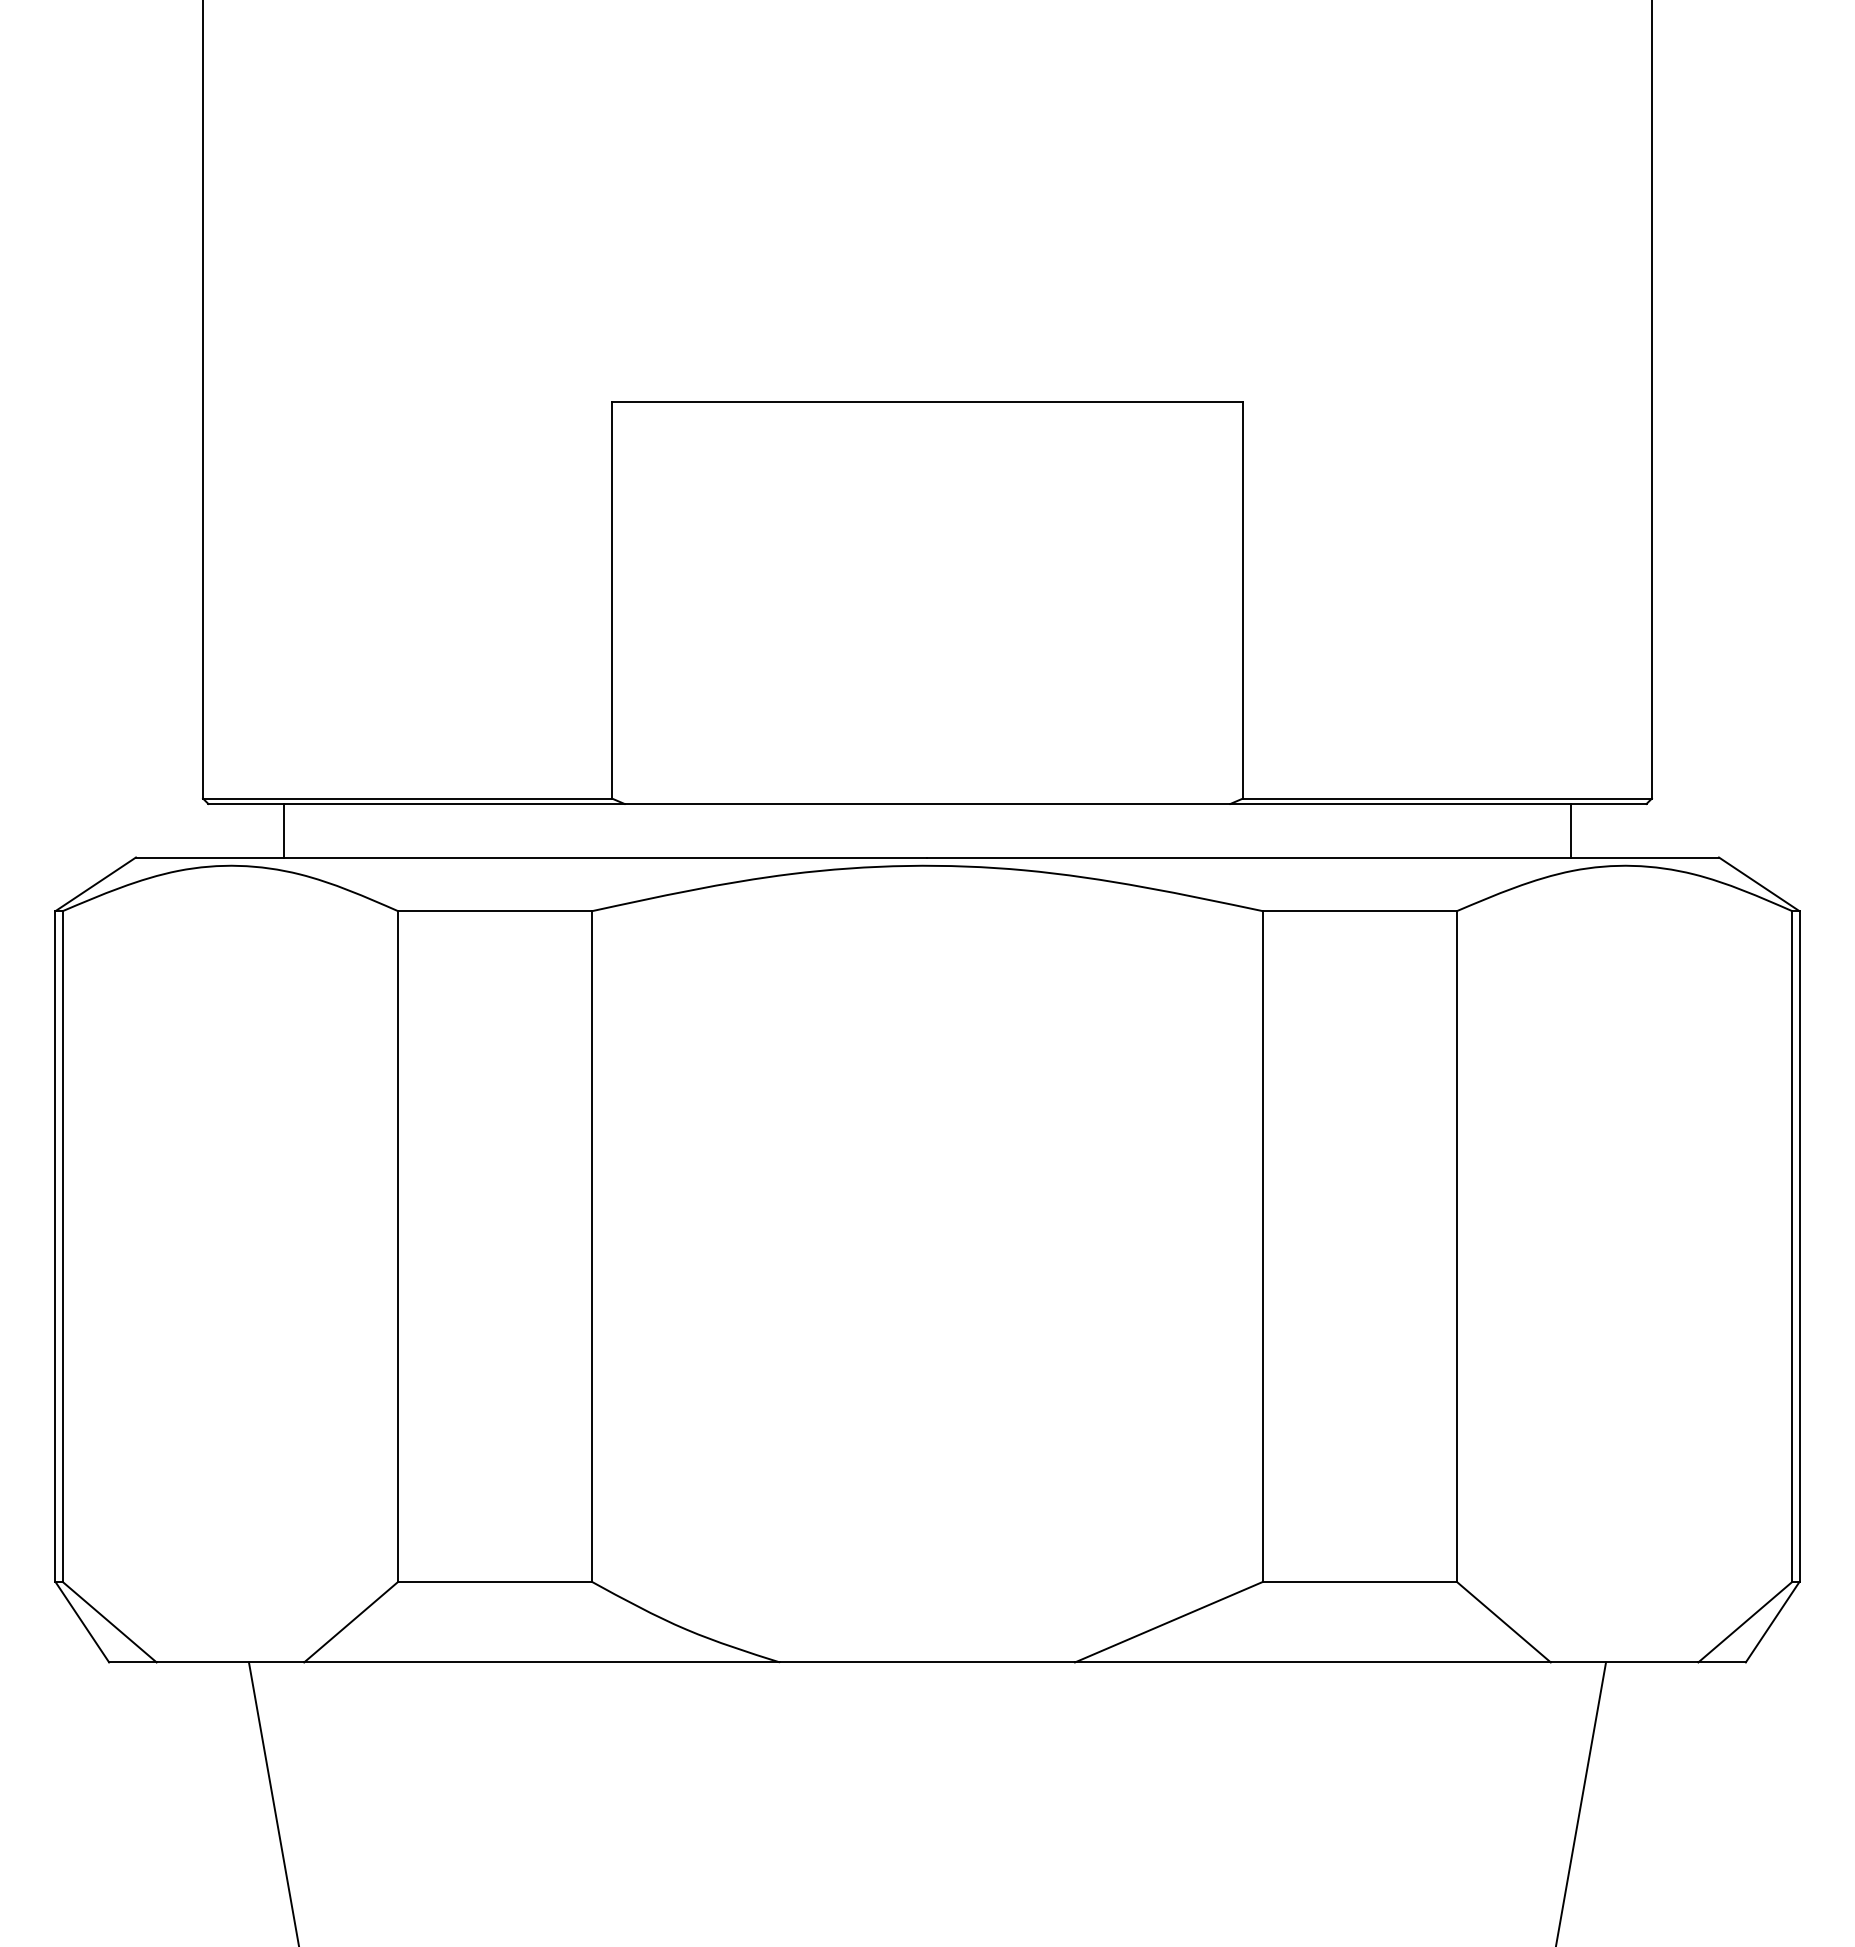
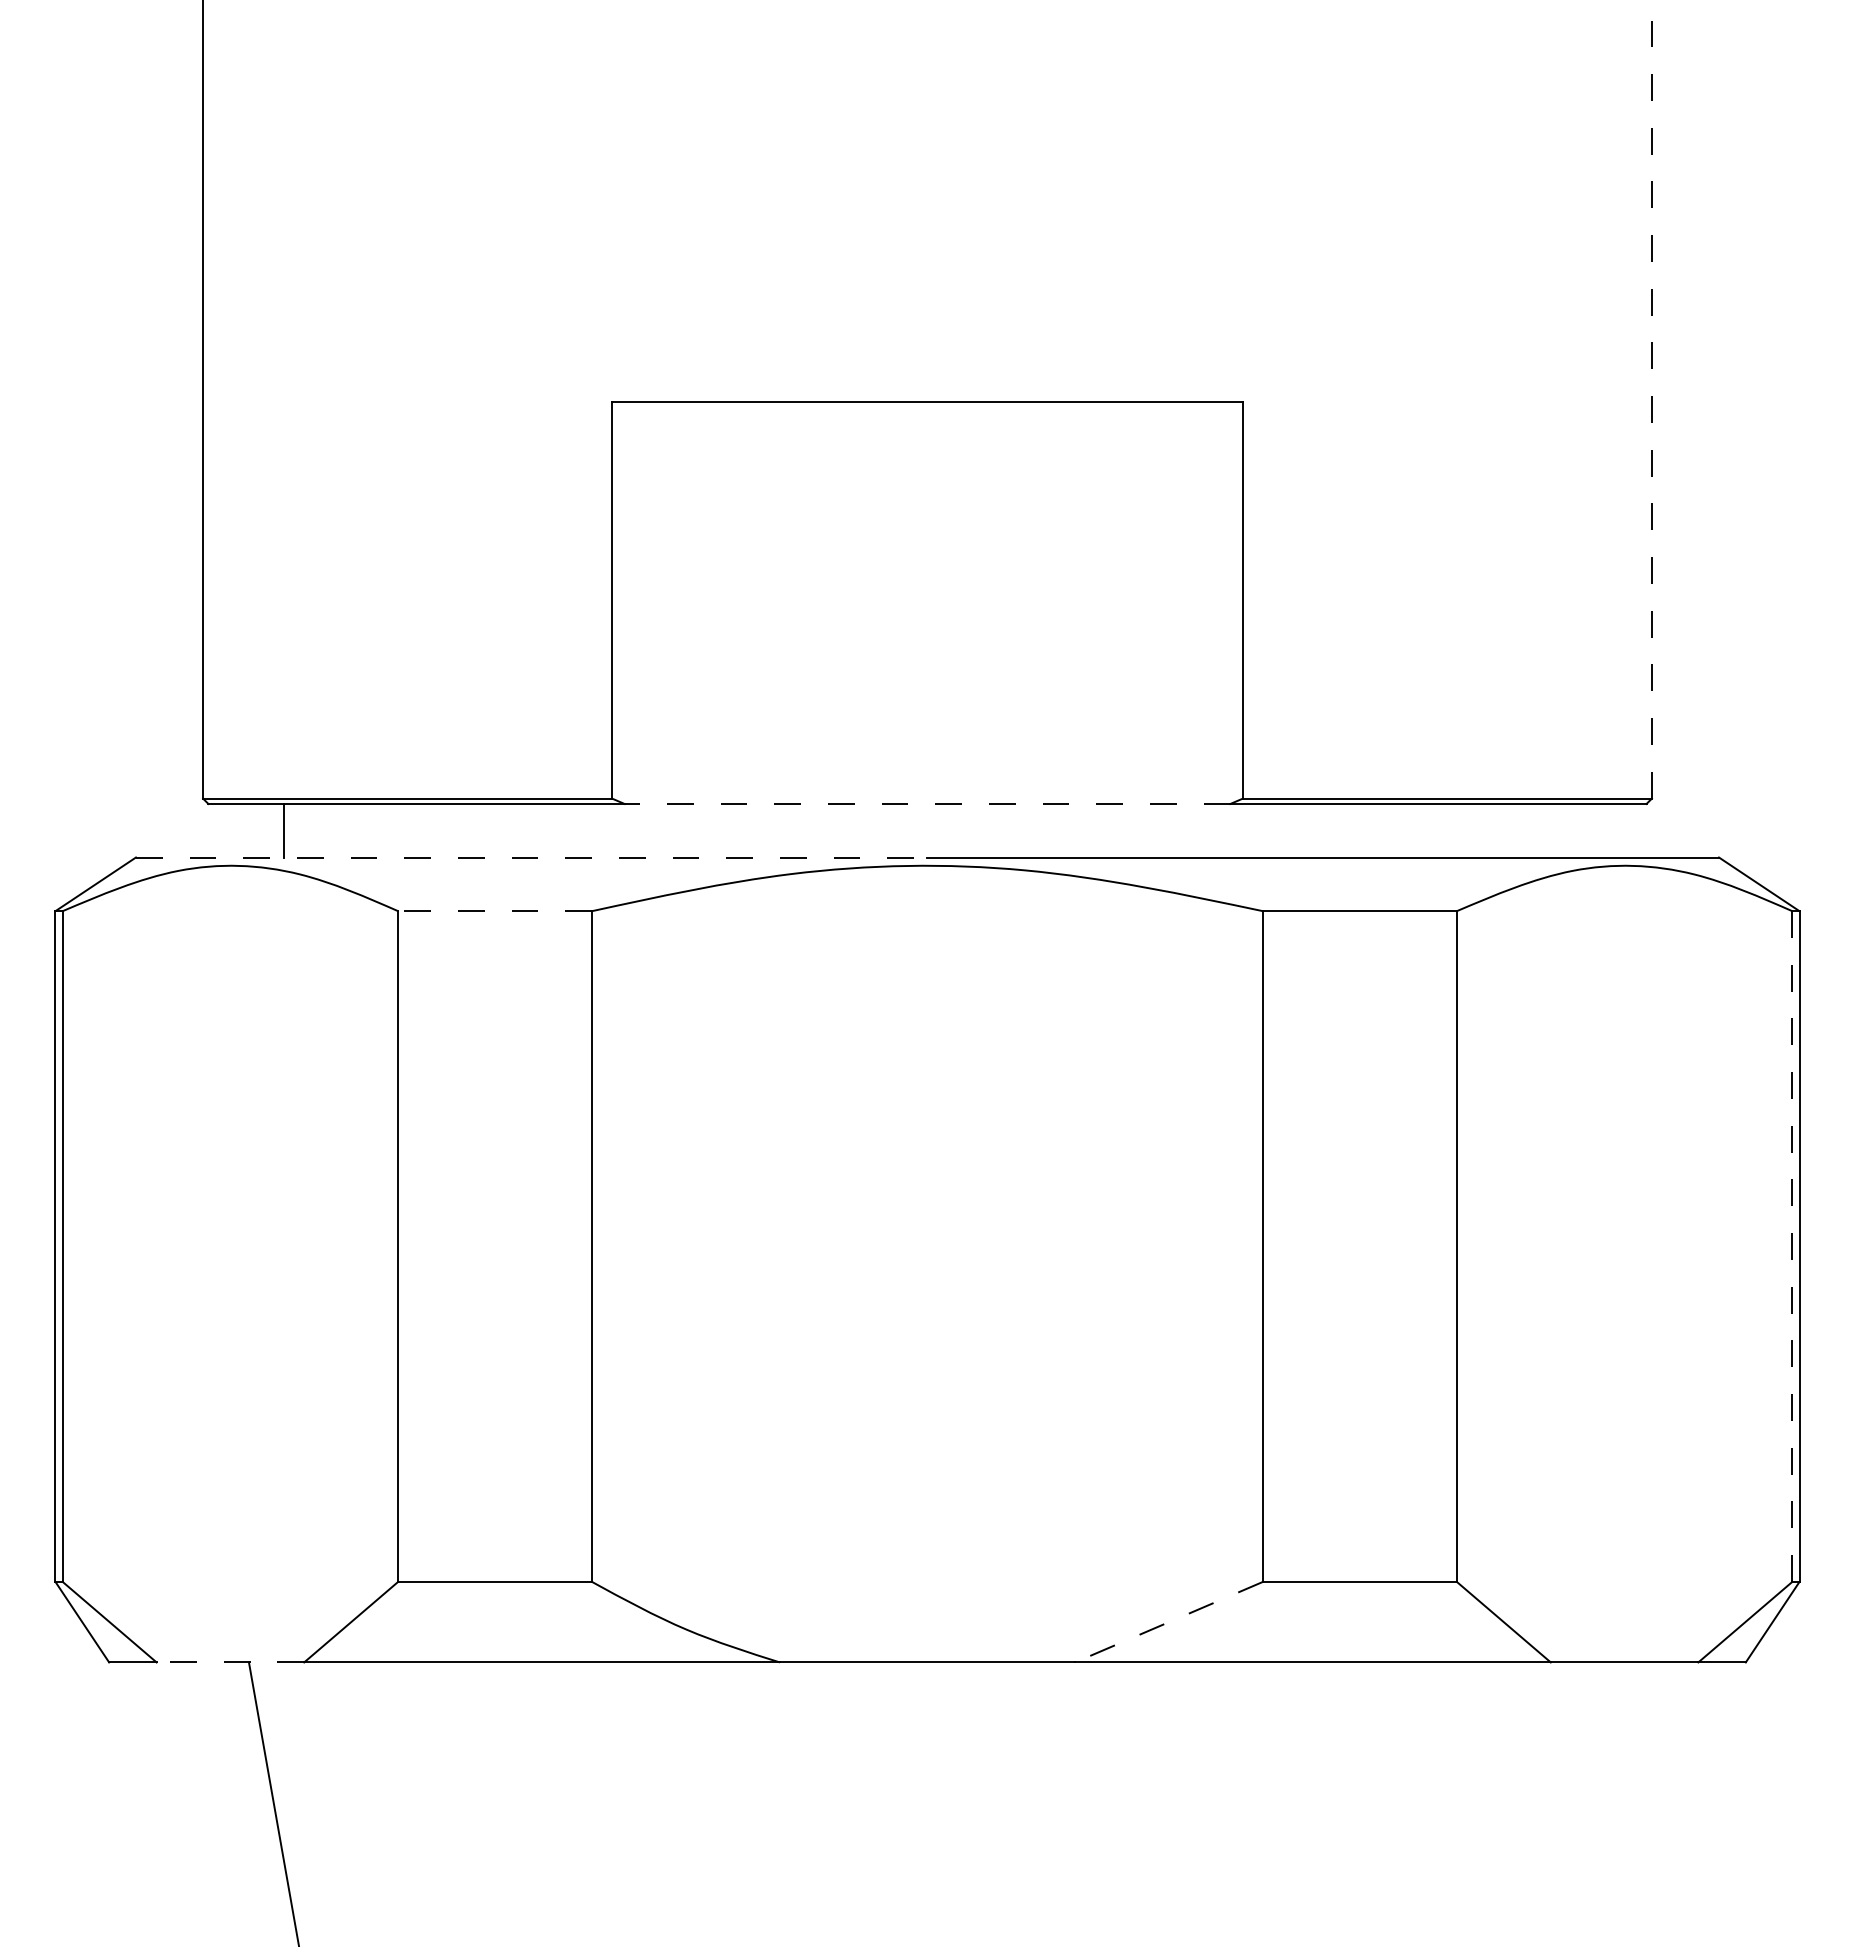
line at (1651, 399): solid -> dashed
line at (927, 803): solid -> dashed
line at (1571, 830): present -> none
line at (531, 857): solid -> dashed
line at (495, 911): solid -> dashed
line at (1792, 1246): solid -> dashed
line at (1168, 1622): solid -> dashed
line at (230, 1662): solid -> dashed
line at (1581, 1802): present -> none
